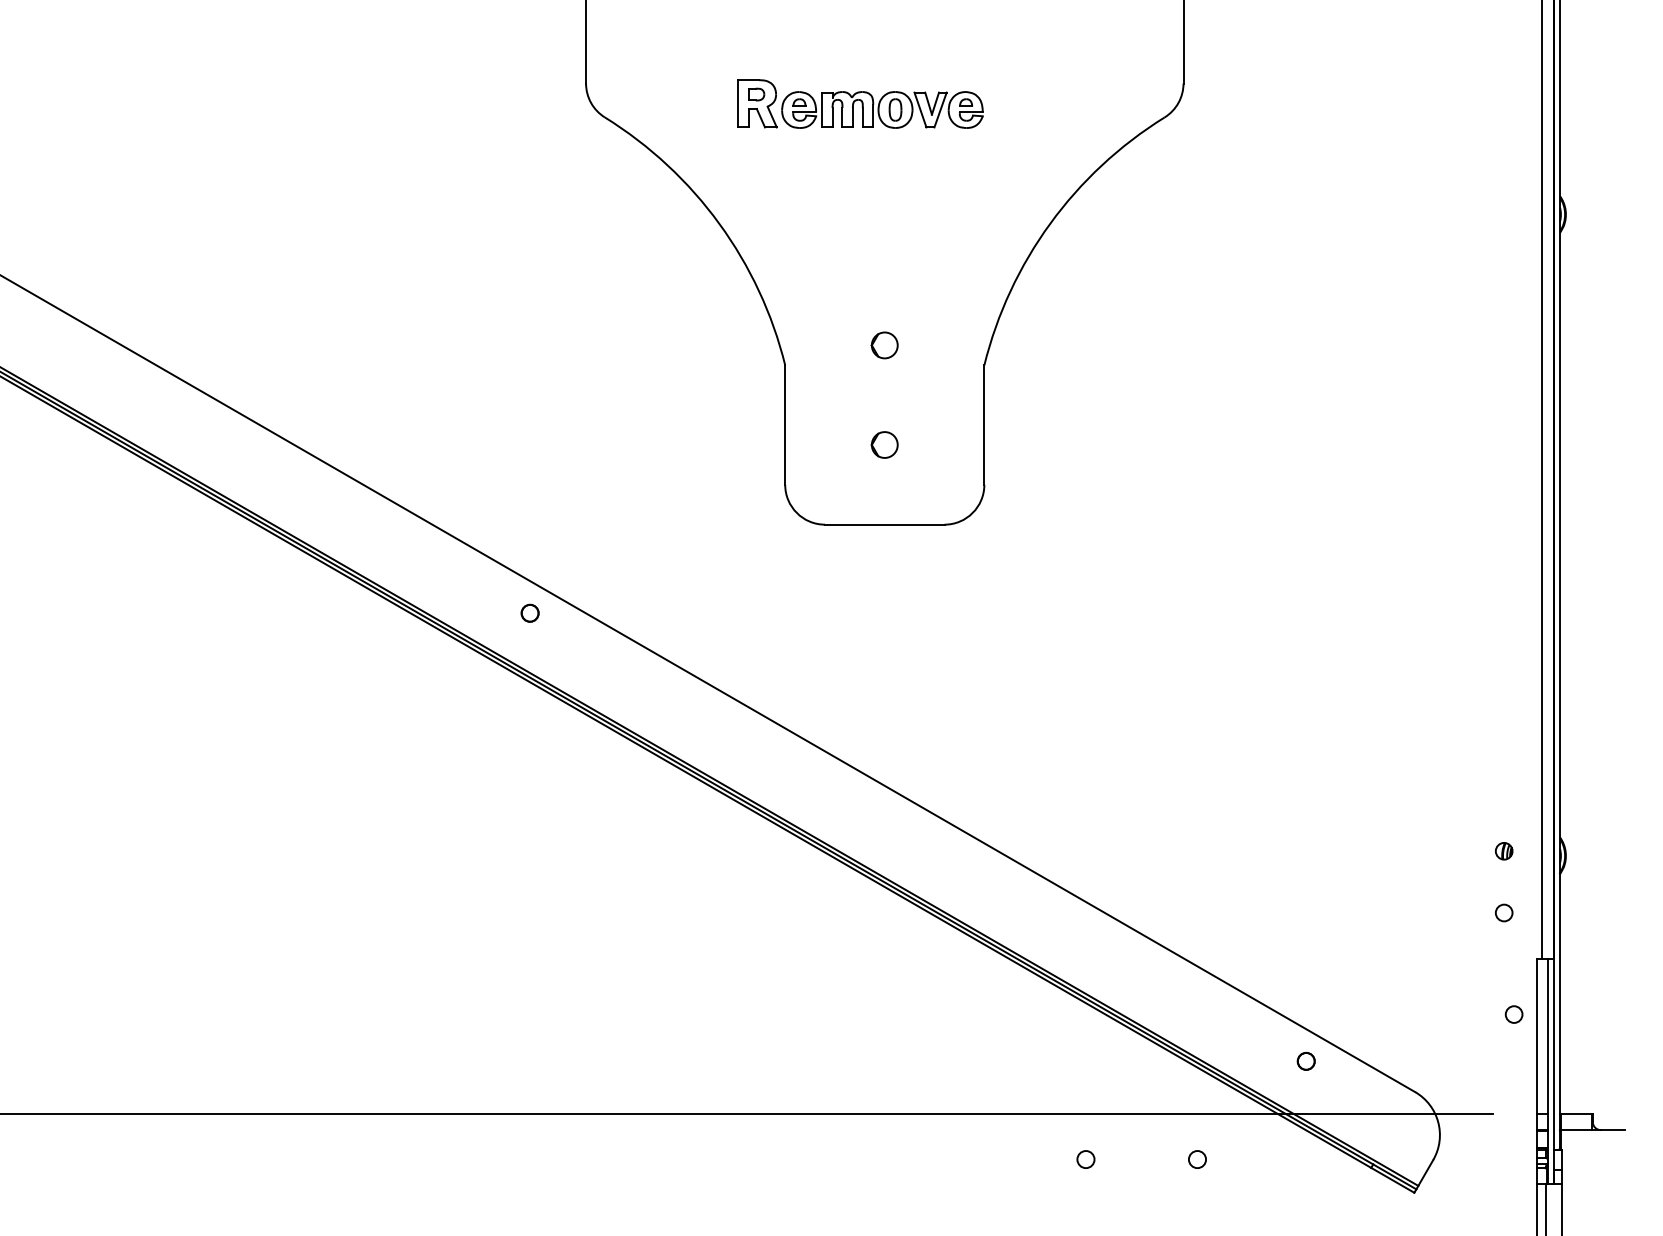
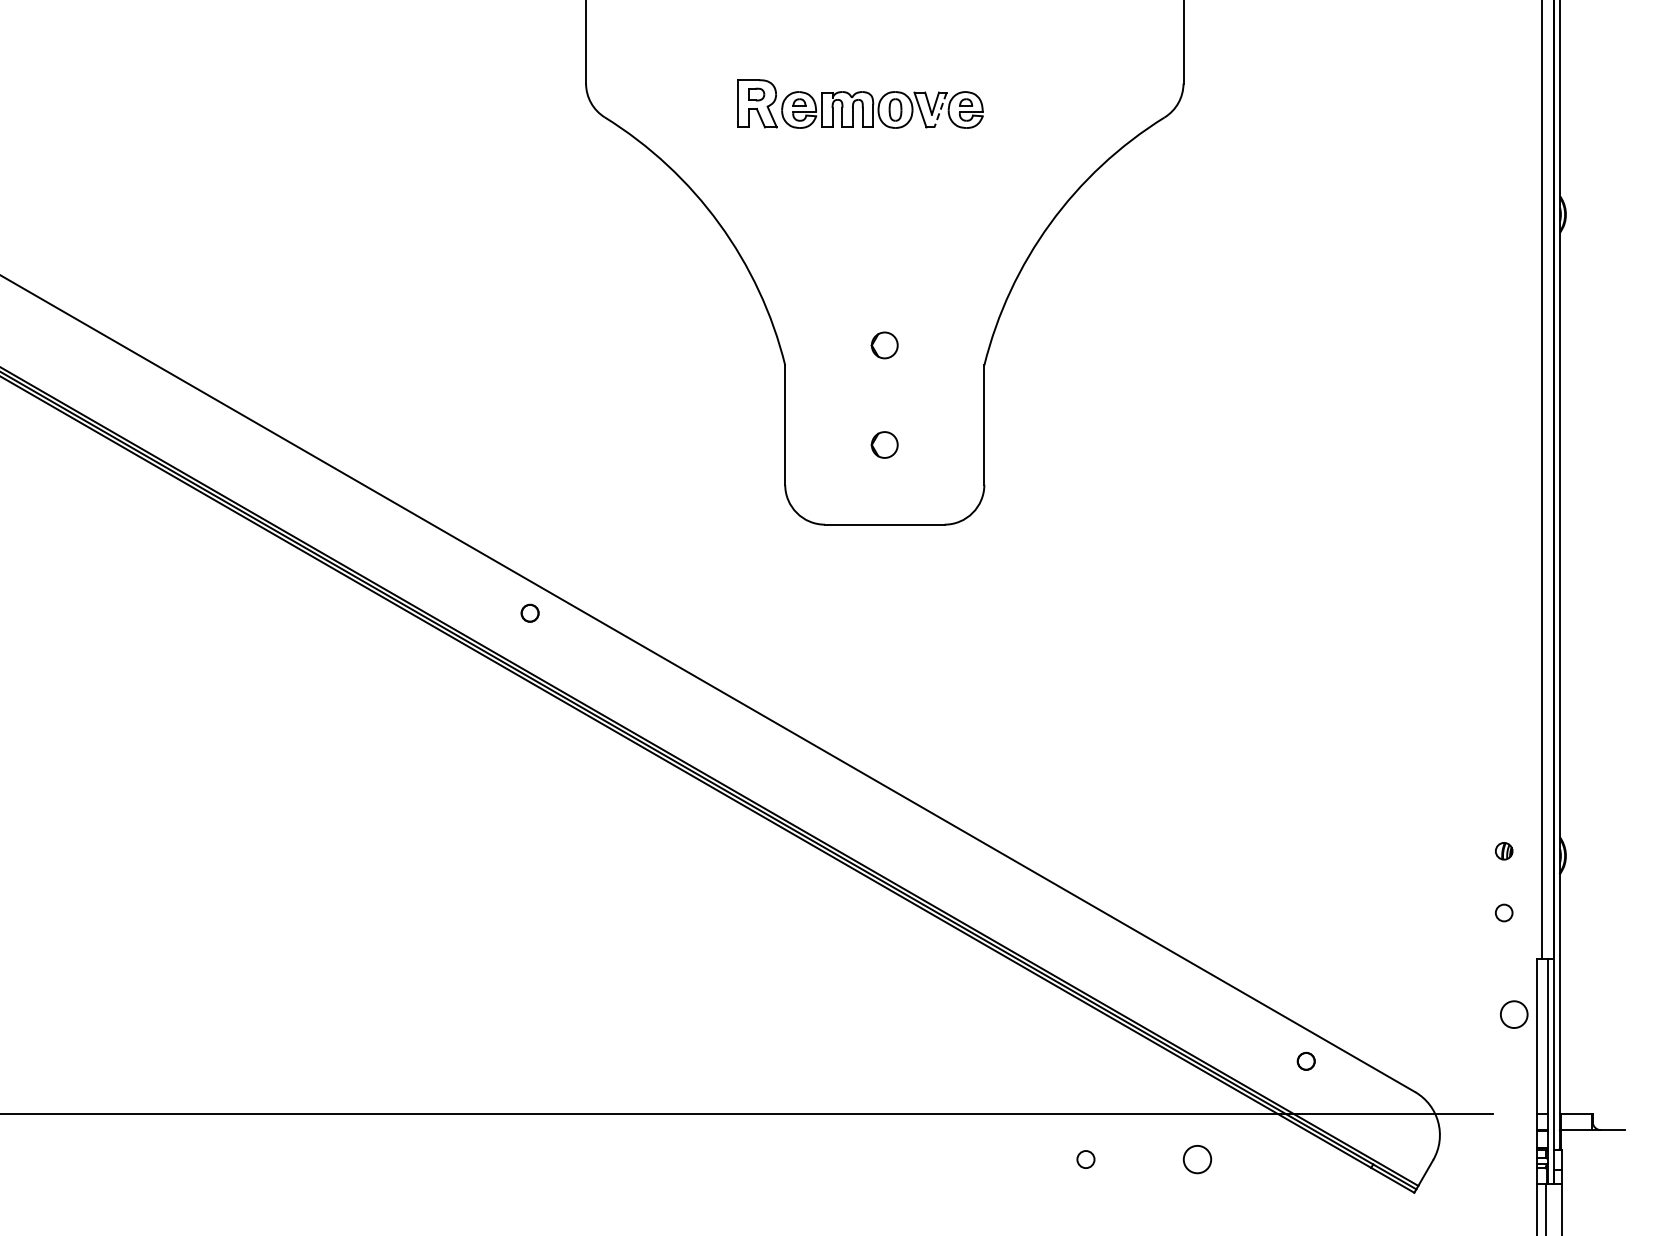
line at (940, 110): solid -> dashed
circle at (1513, 1014) size: 20x19 px -> 29x29 px
circle at (1197, 1159) diameter: 17 px -> 27 px
